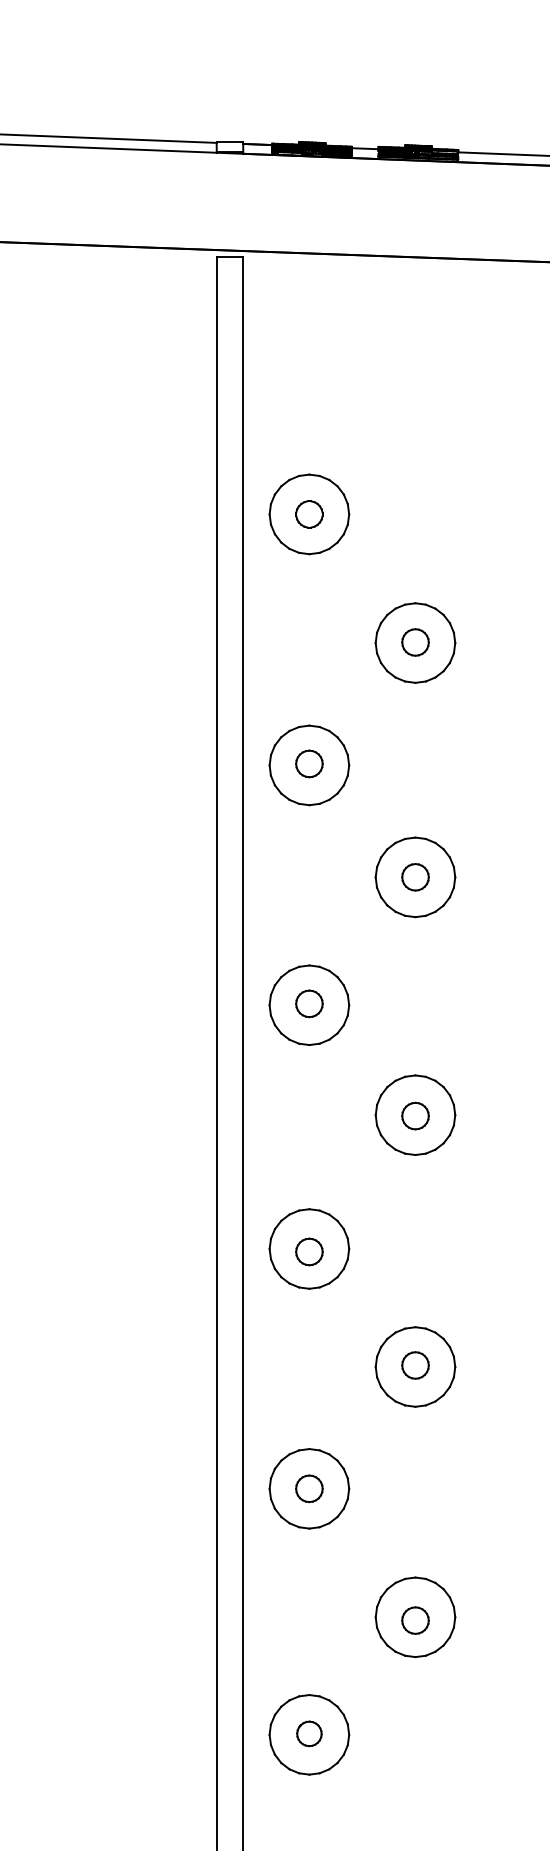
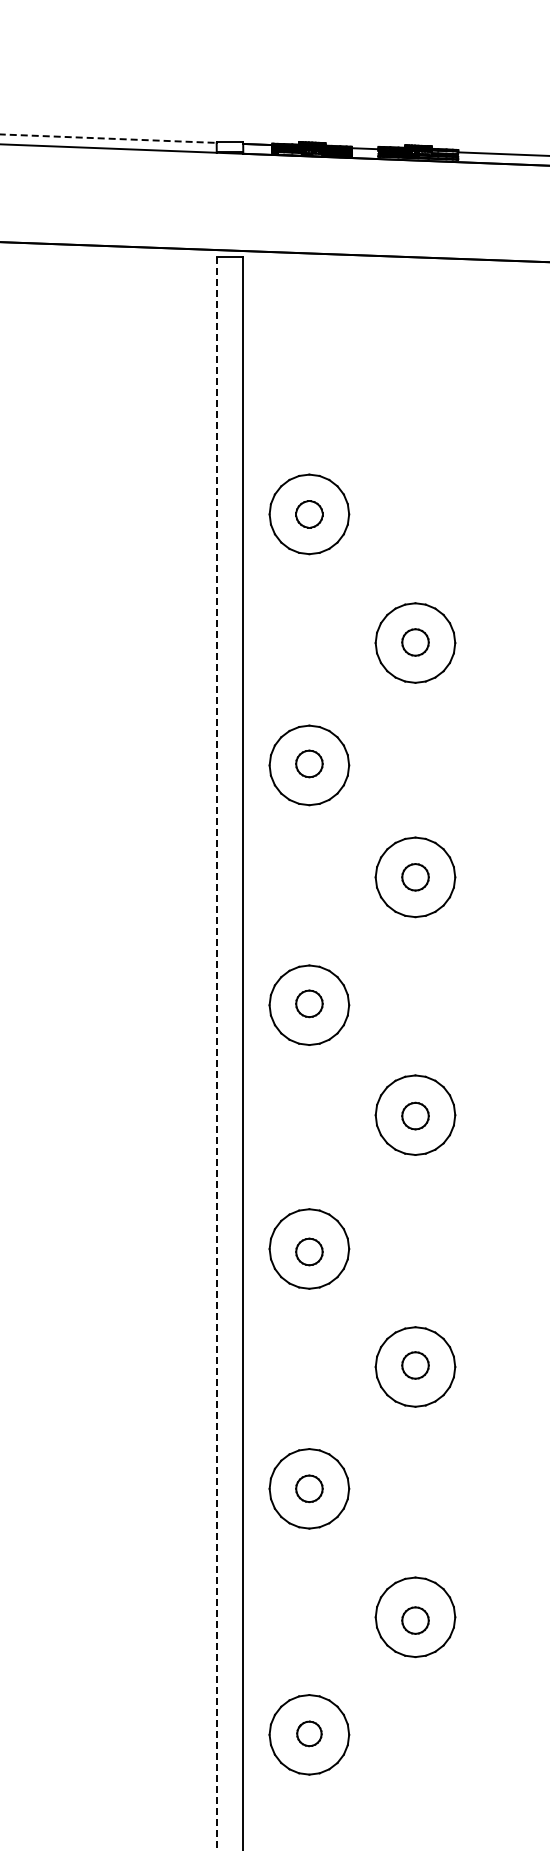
line at (108, 138): solid -> dashed
line at (216, 1053): solid -> dashed
